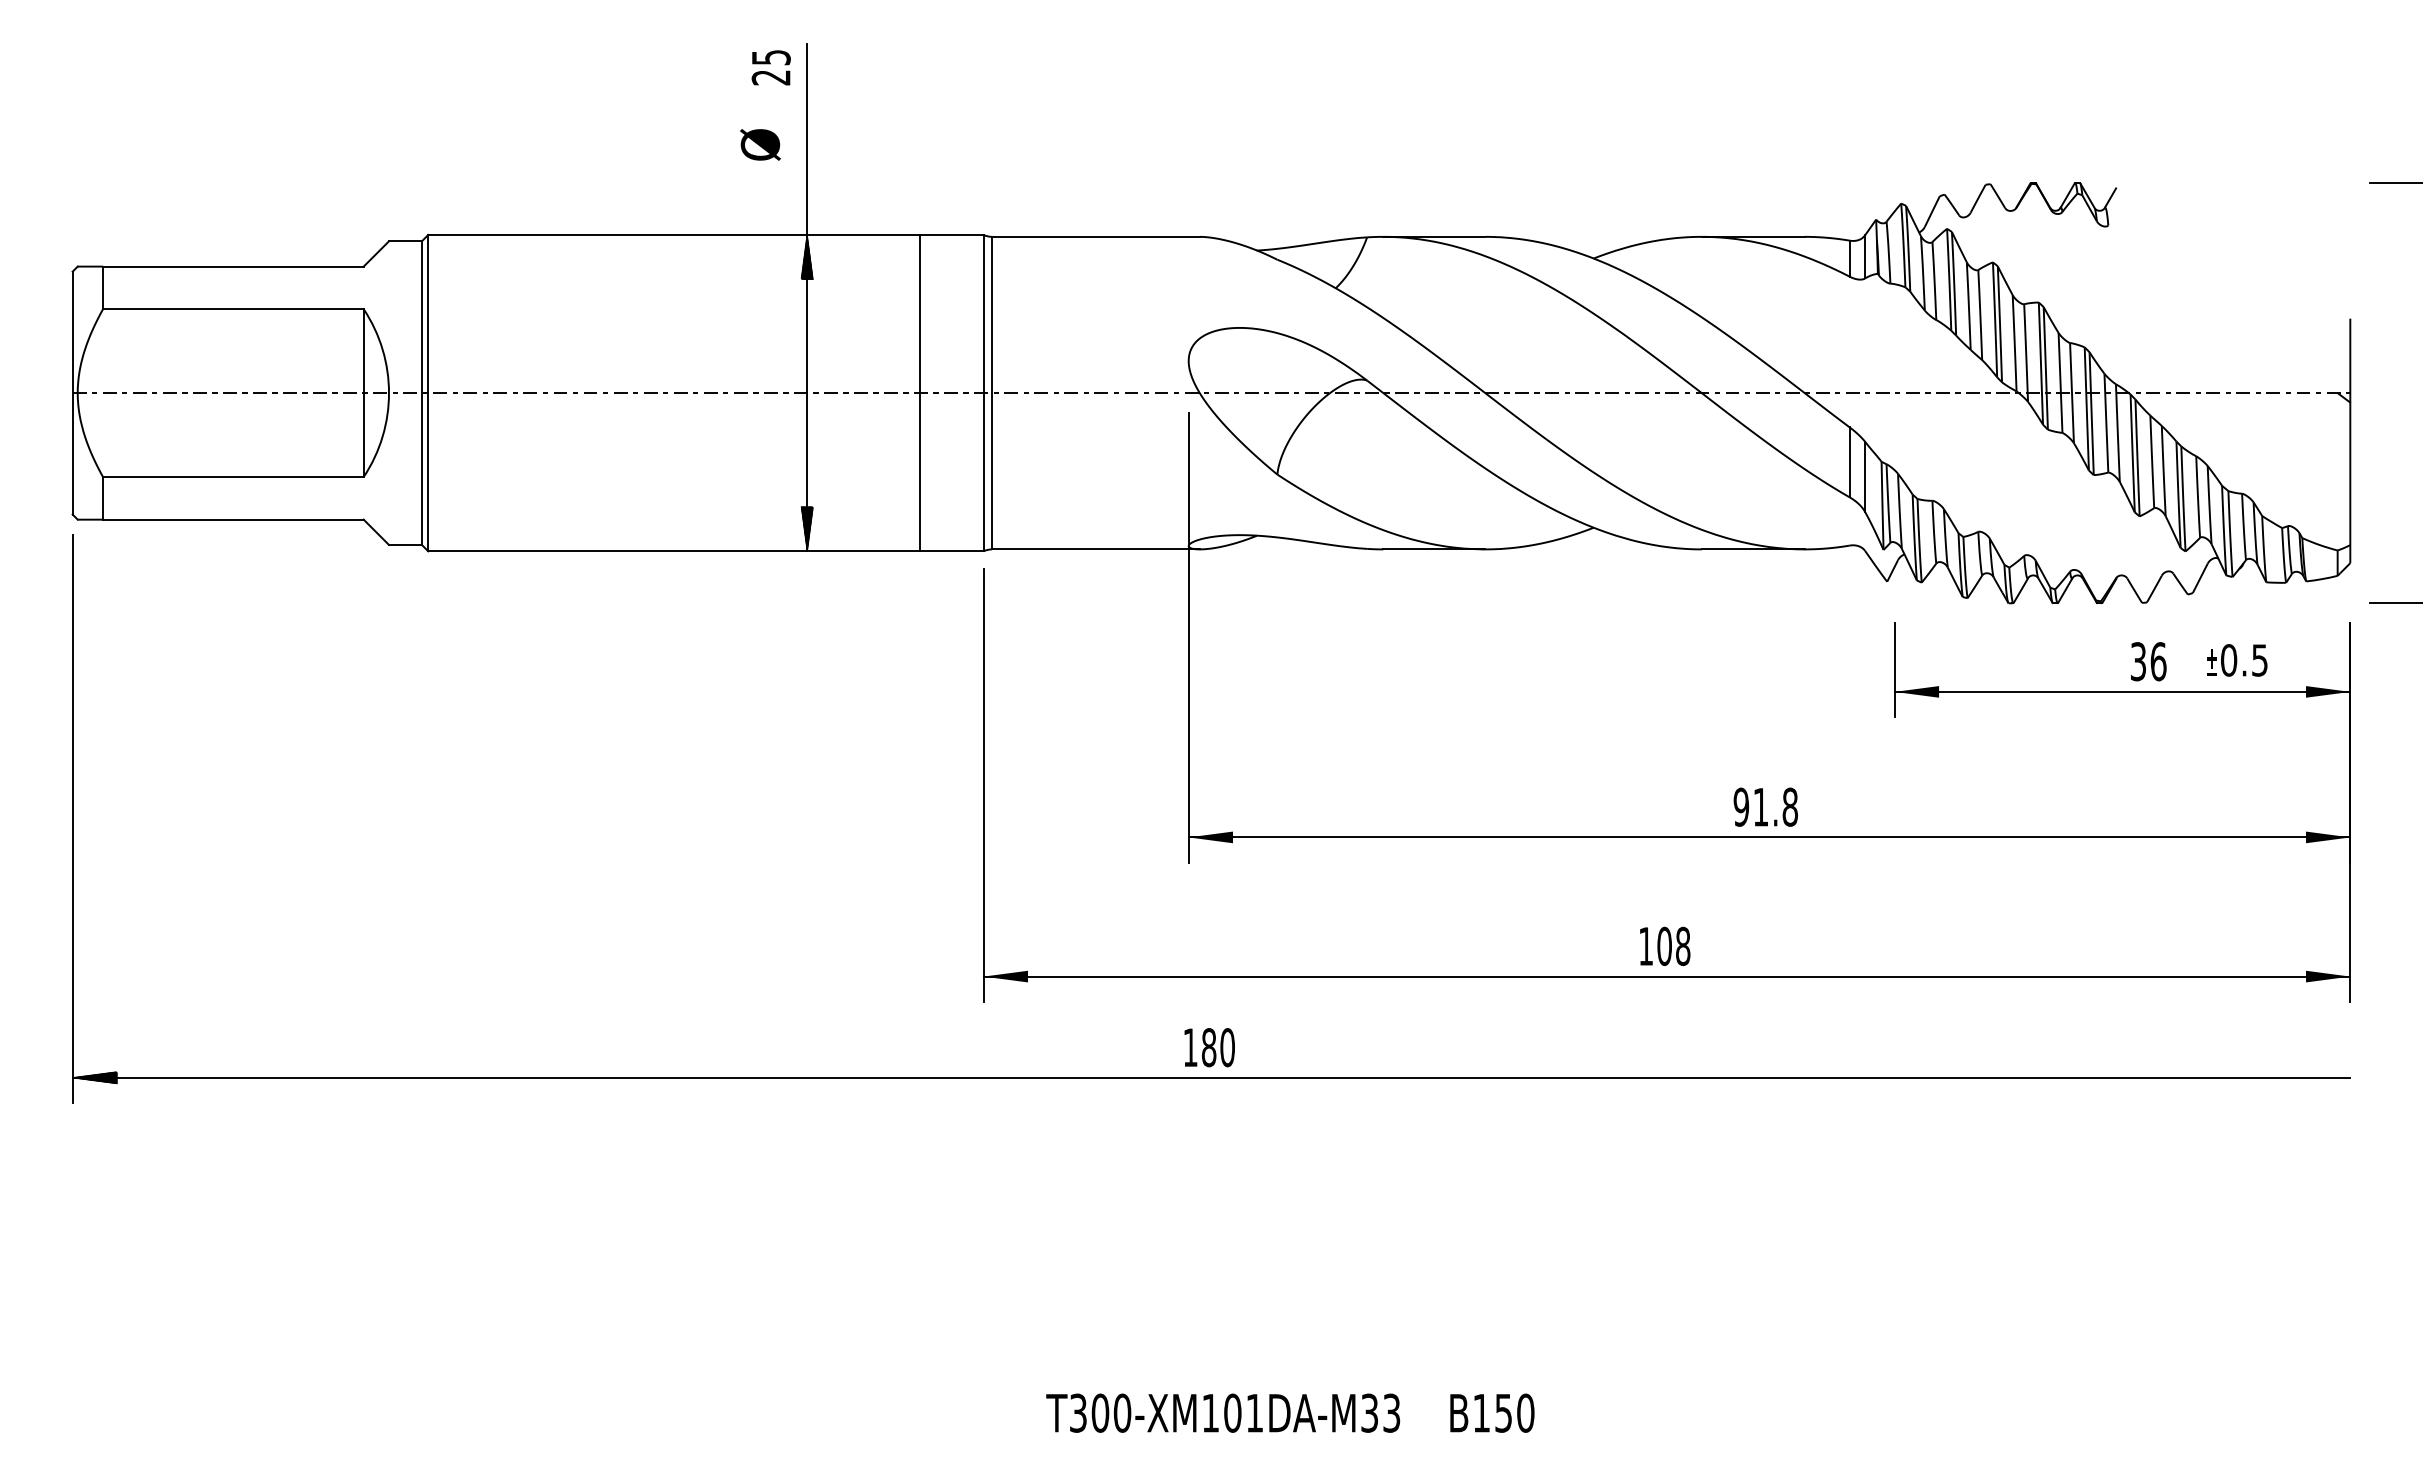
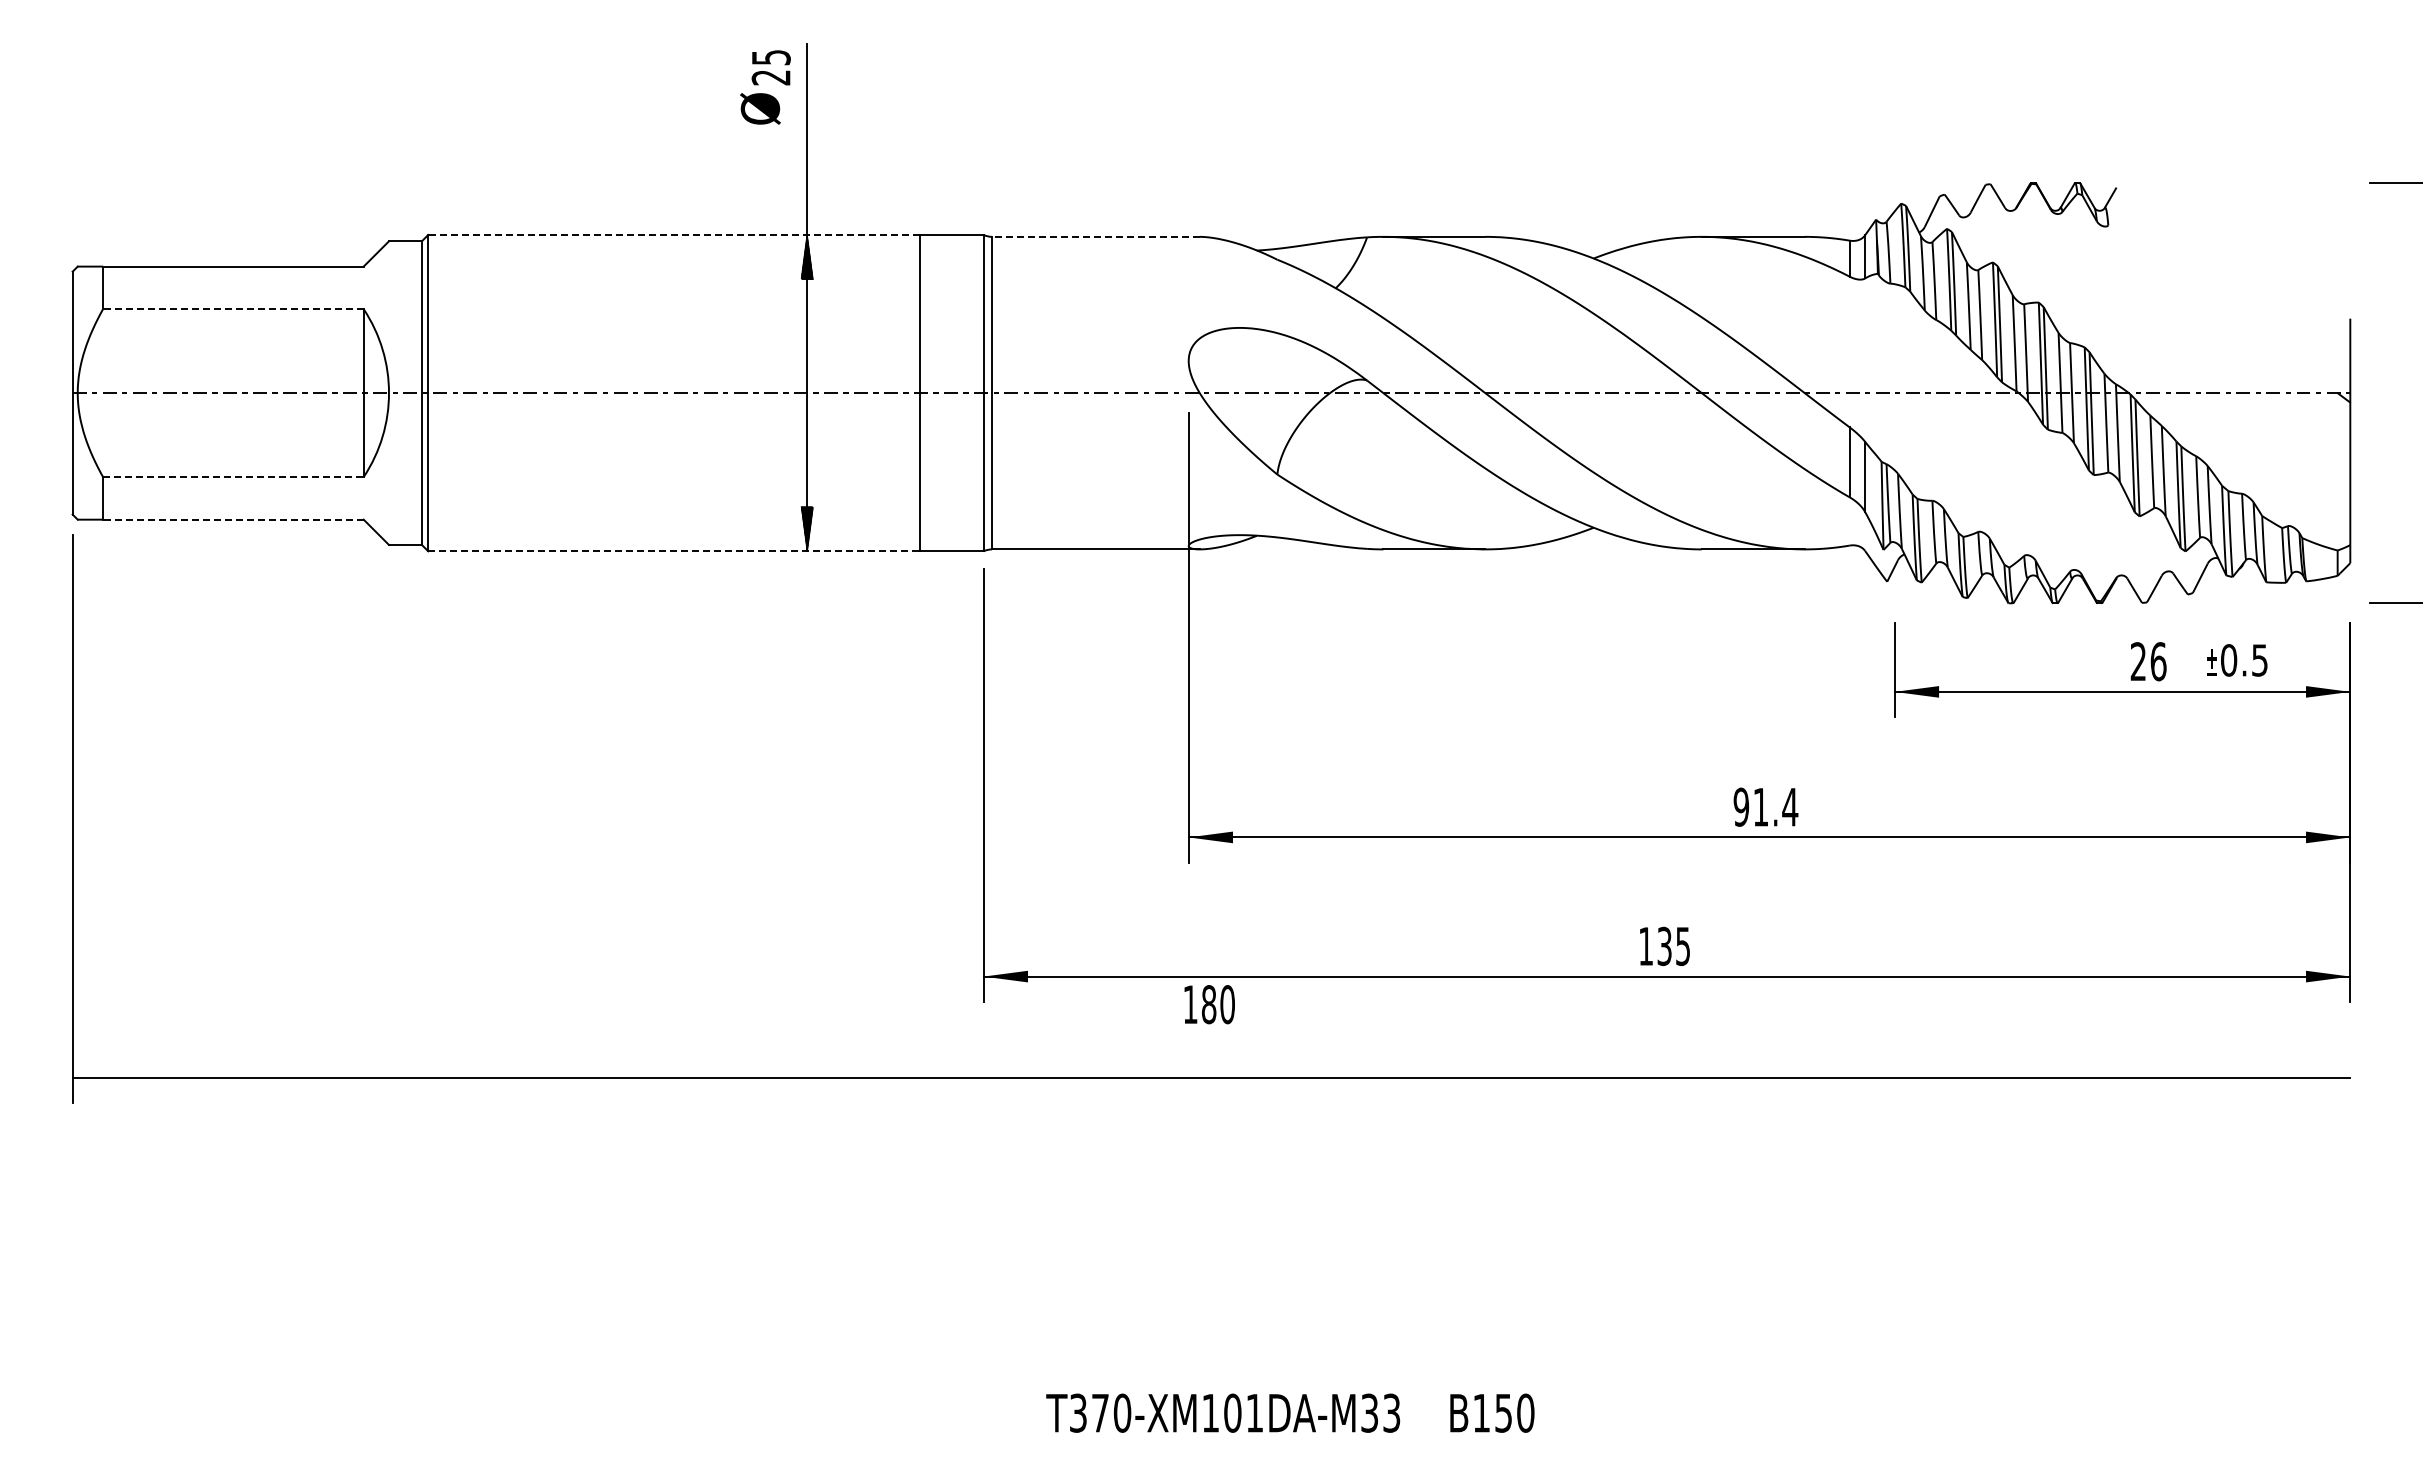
text at (760, 144) position: (760, 144) -> (760, 108)
line at (673, 234): solid -> dashed
line at (1095, 236): solid -> dashed
line at (232, 309): solid -> dashed
line at (233, 477): solid -> dashed
line at (232, 519): solid -> dashed
line at (674, 551): solid -> dashed
text at (2137, 661): 36 -> 26
text at (1790, 806): 91.8 -> 91.4
text at (1673, 946): 108 -> 135
text at (1209, 1047) position: (1209, 1047) -> (1209, 1004)
hatch at (94, 1077): present -> none
text at (1100, 1412): T300-XM101DA-M33 -> T370-XM101DA-M33
